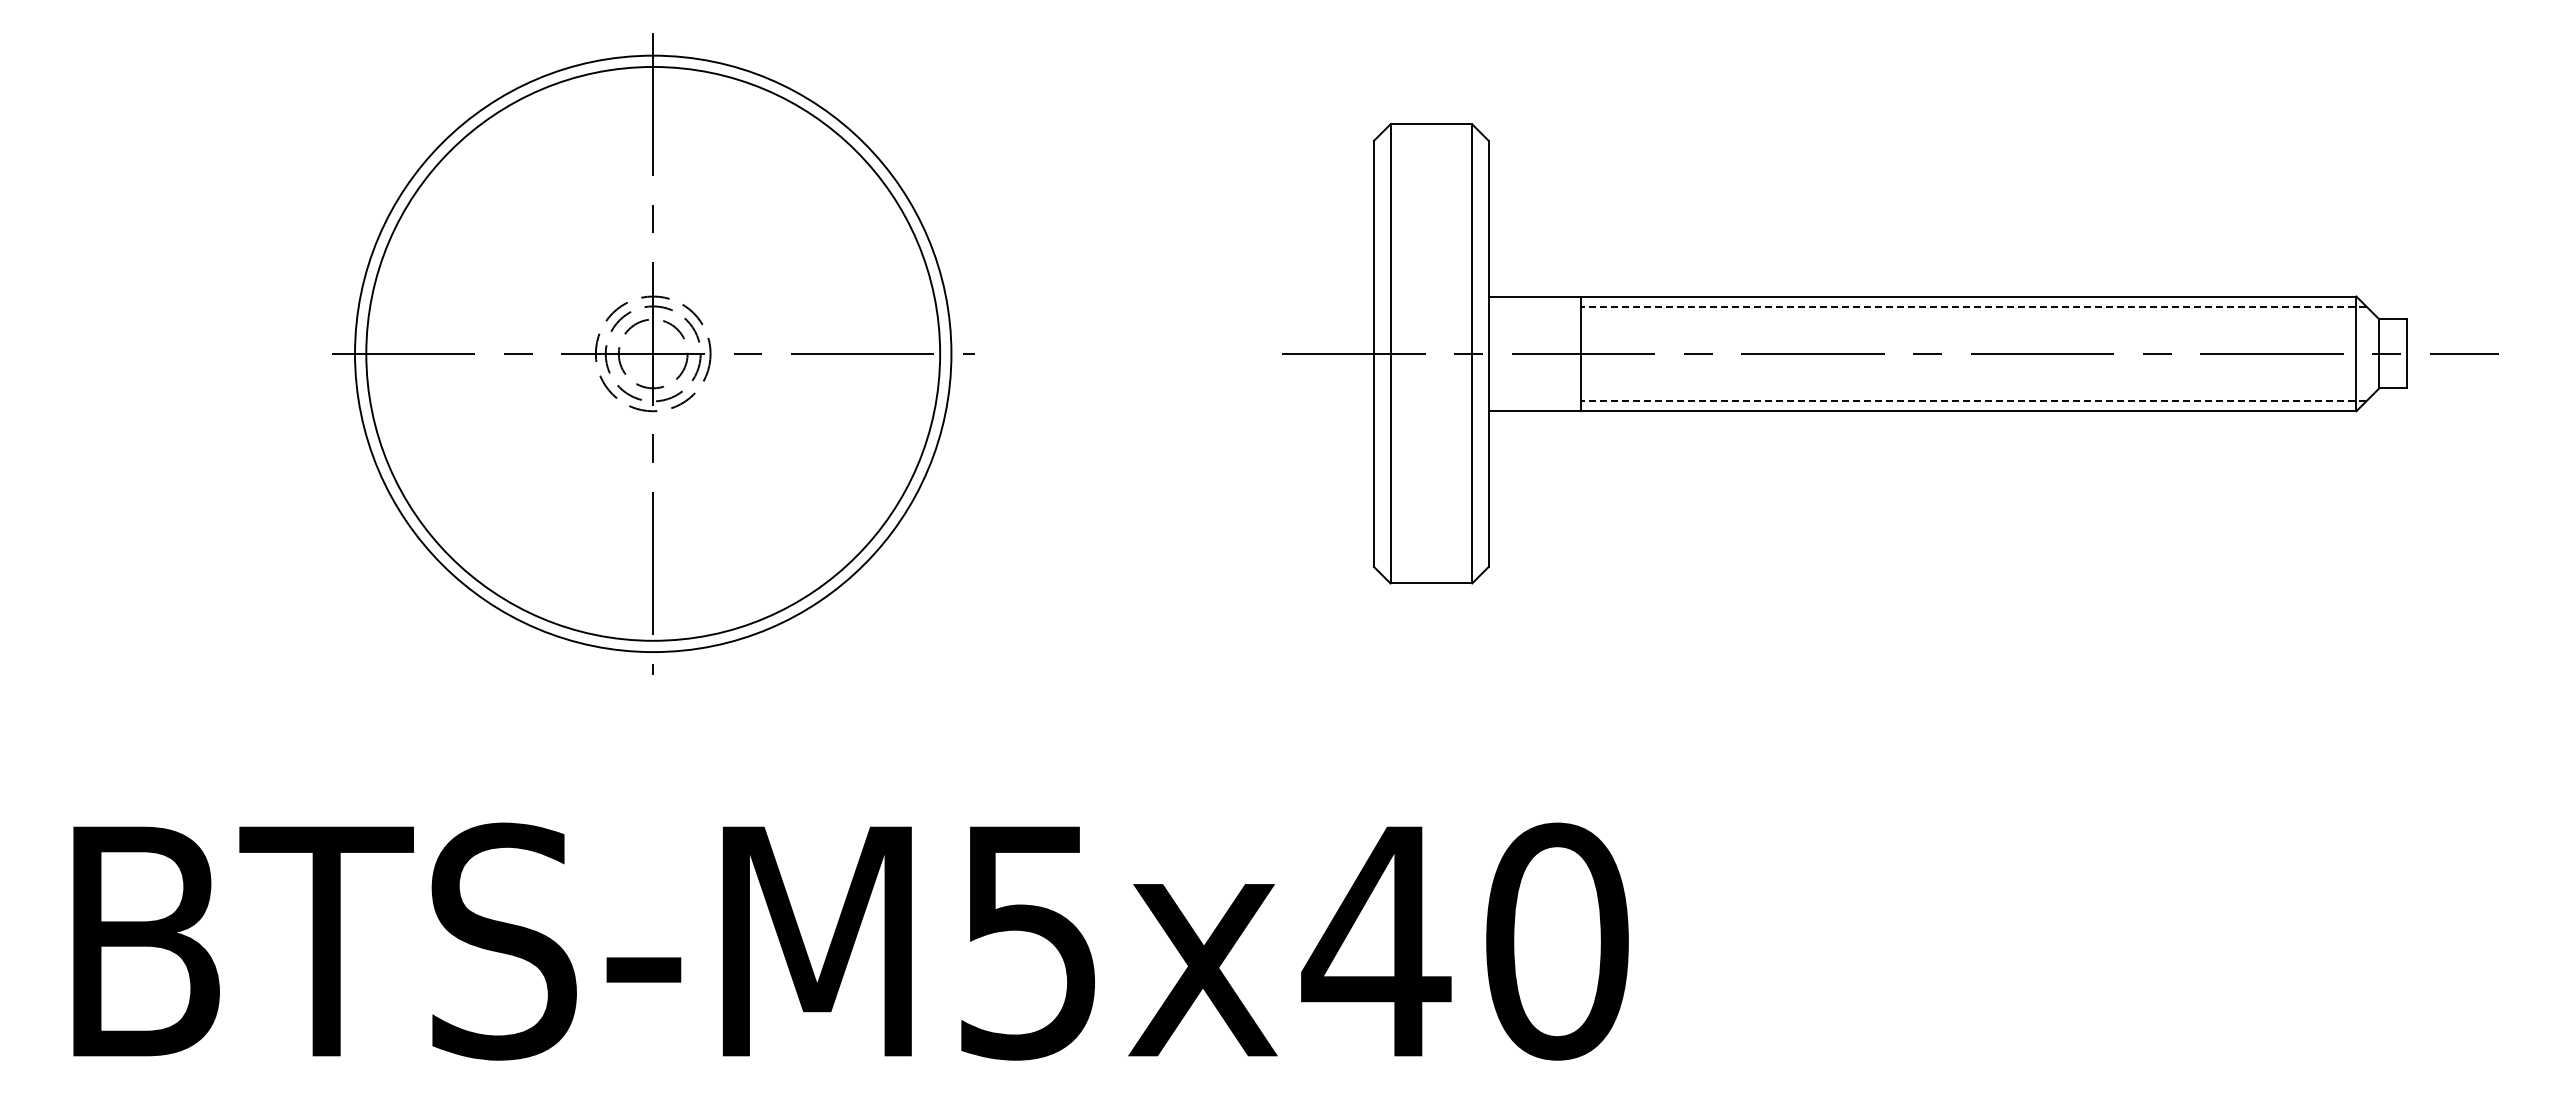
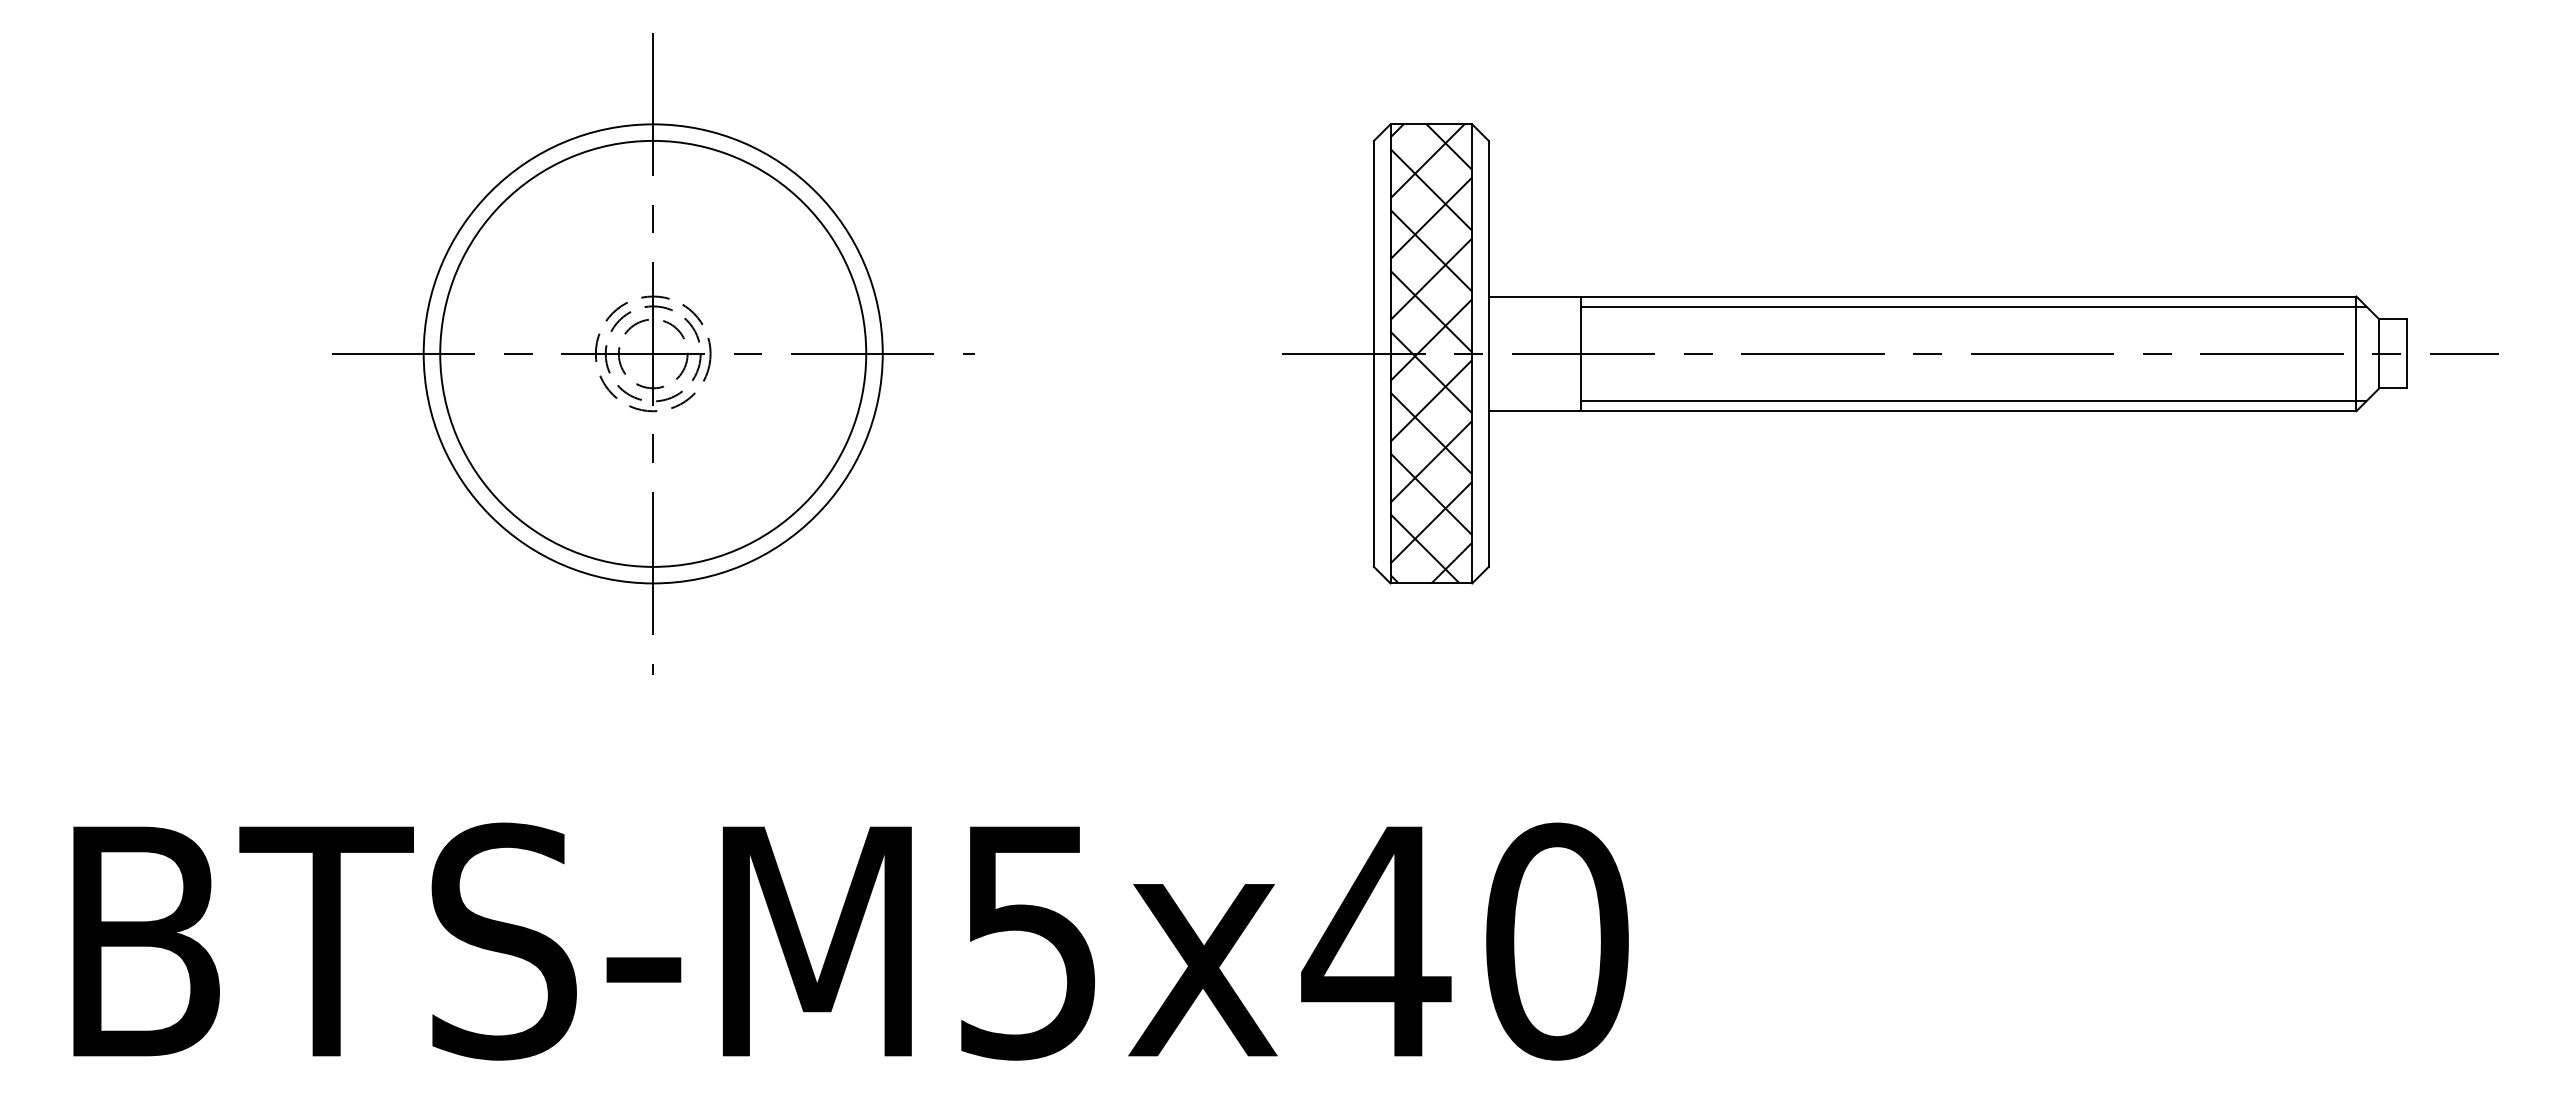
line at (1973, 306): dashed -> solid
circle at (653, 353) diameter: 574 px -> 459 px
circle at (653, 353) diameter: 596 px -> 426 px
hatch at (1431, 353): none -> present
line at (1973, 401): dashed -> solid
